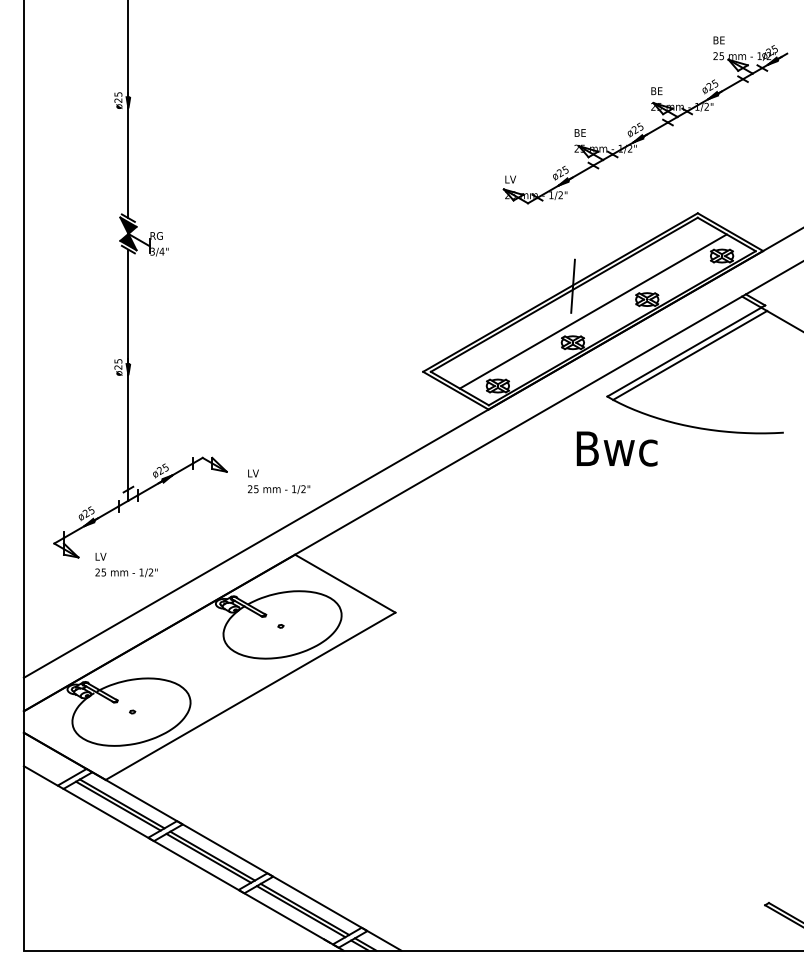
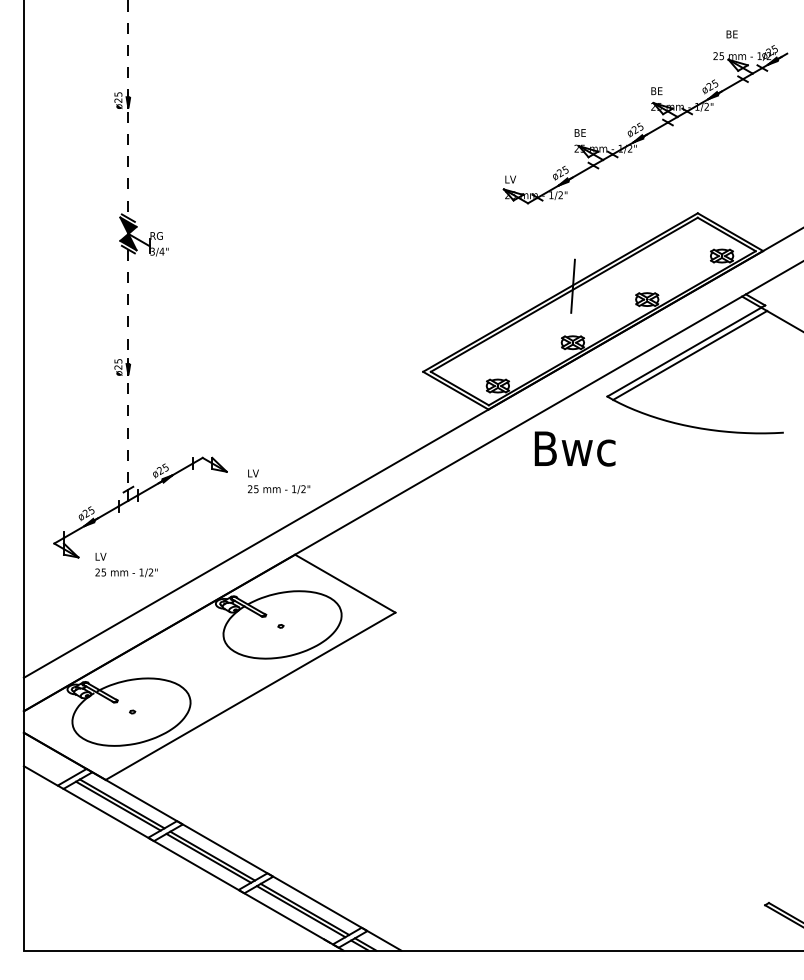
text at (718, 40) position: (718, 40) -> (731, 34)
line at (128, 109): solid -> dashed
line at (592, 311): present -> none
line at (128, 369): solid -> dashed
text at (616, 448) position: (616, 448) -> (574, 448)
